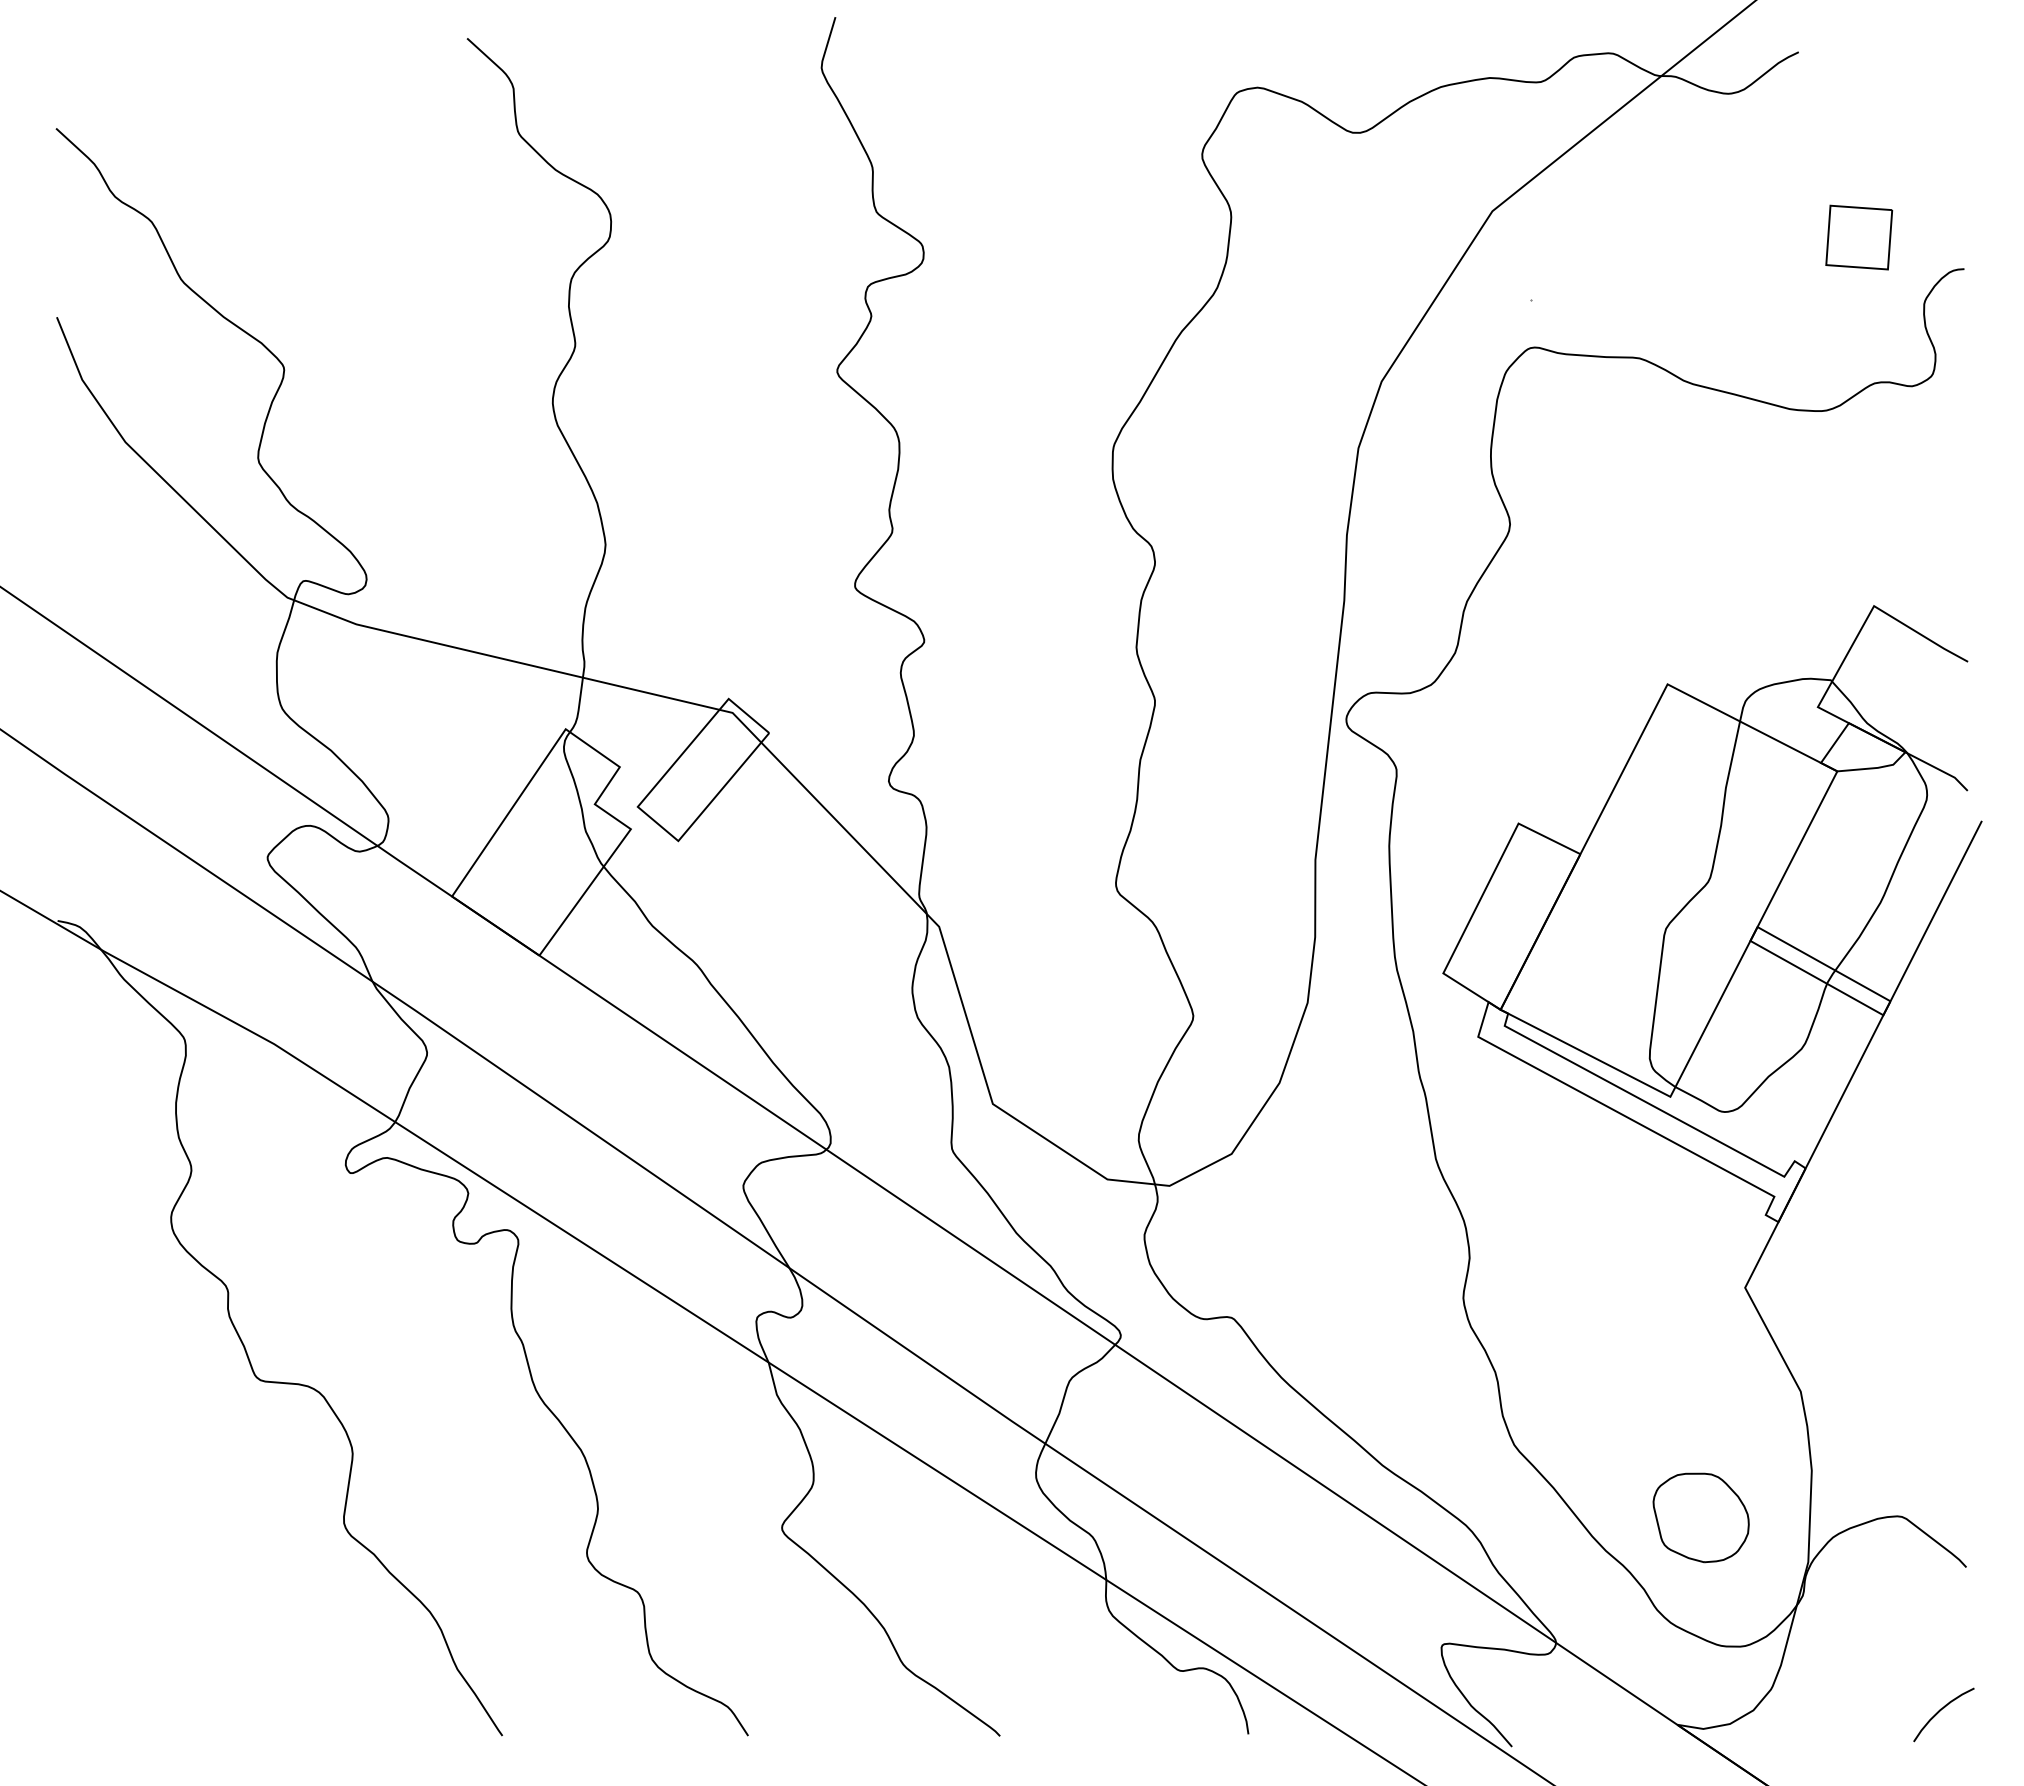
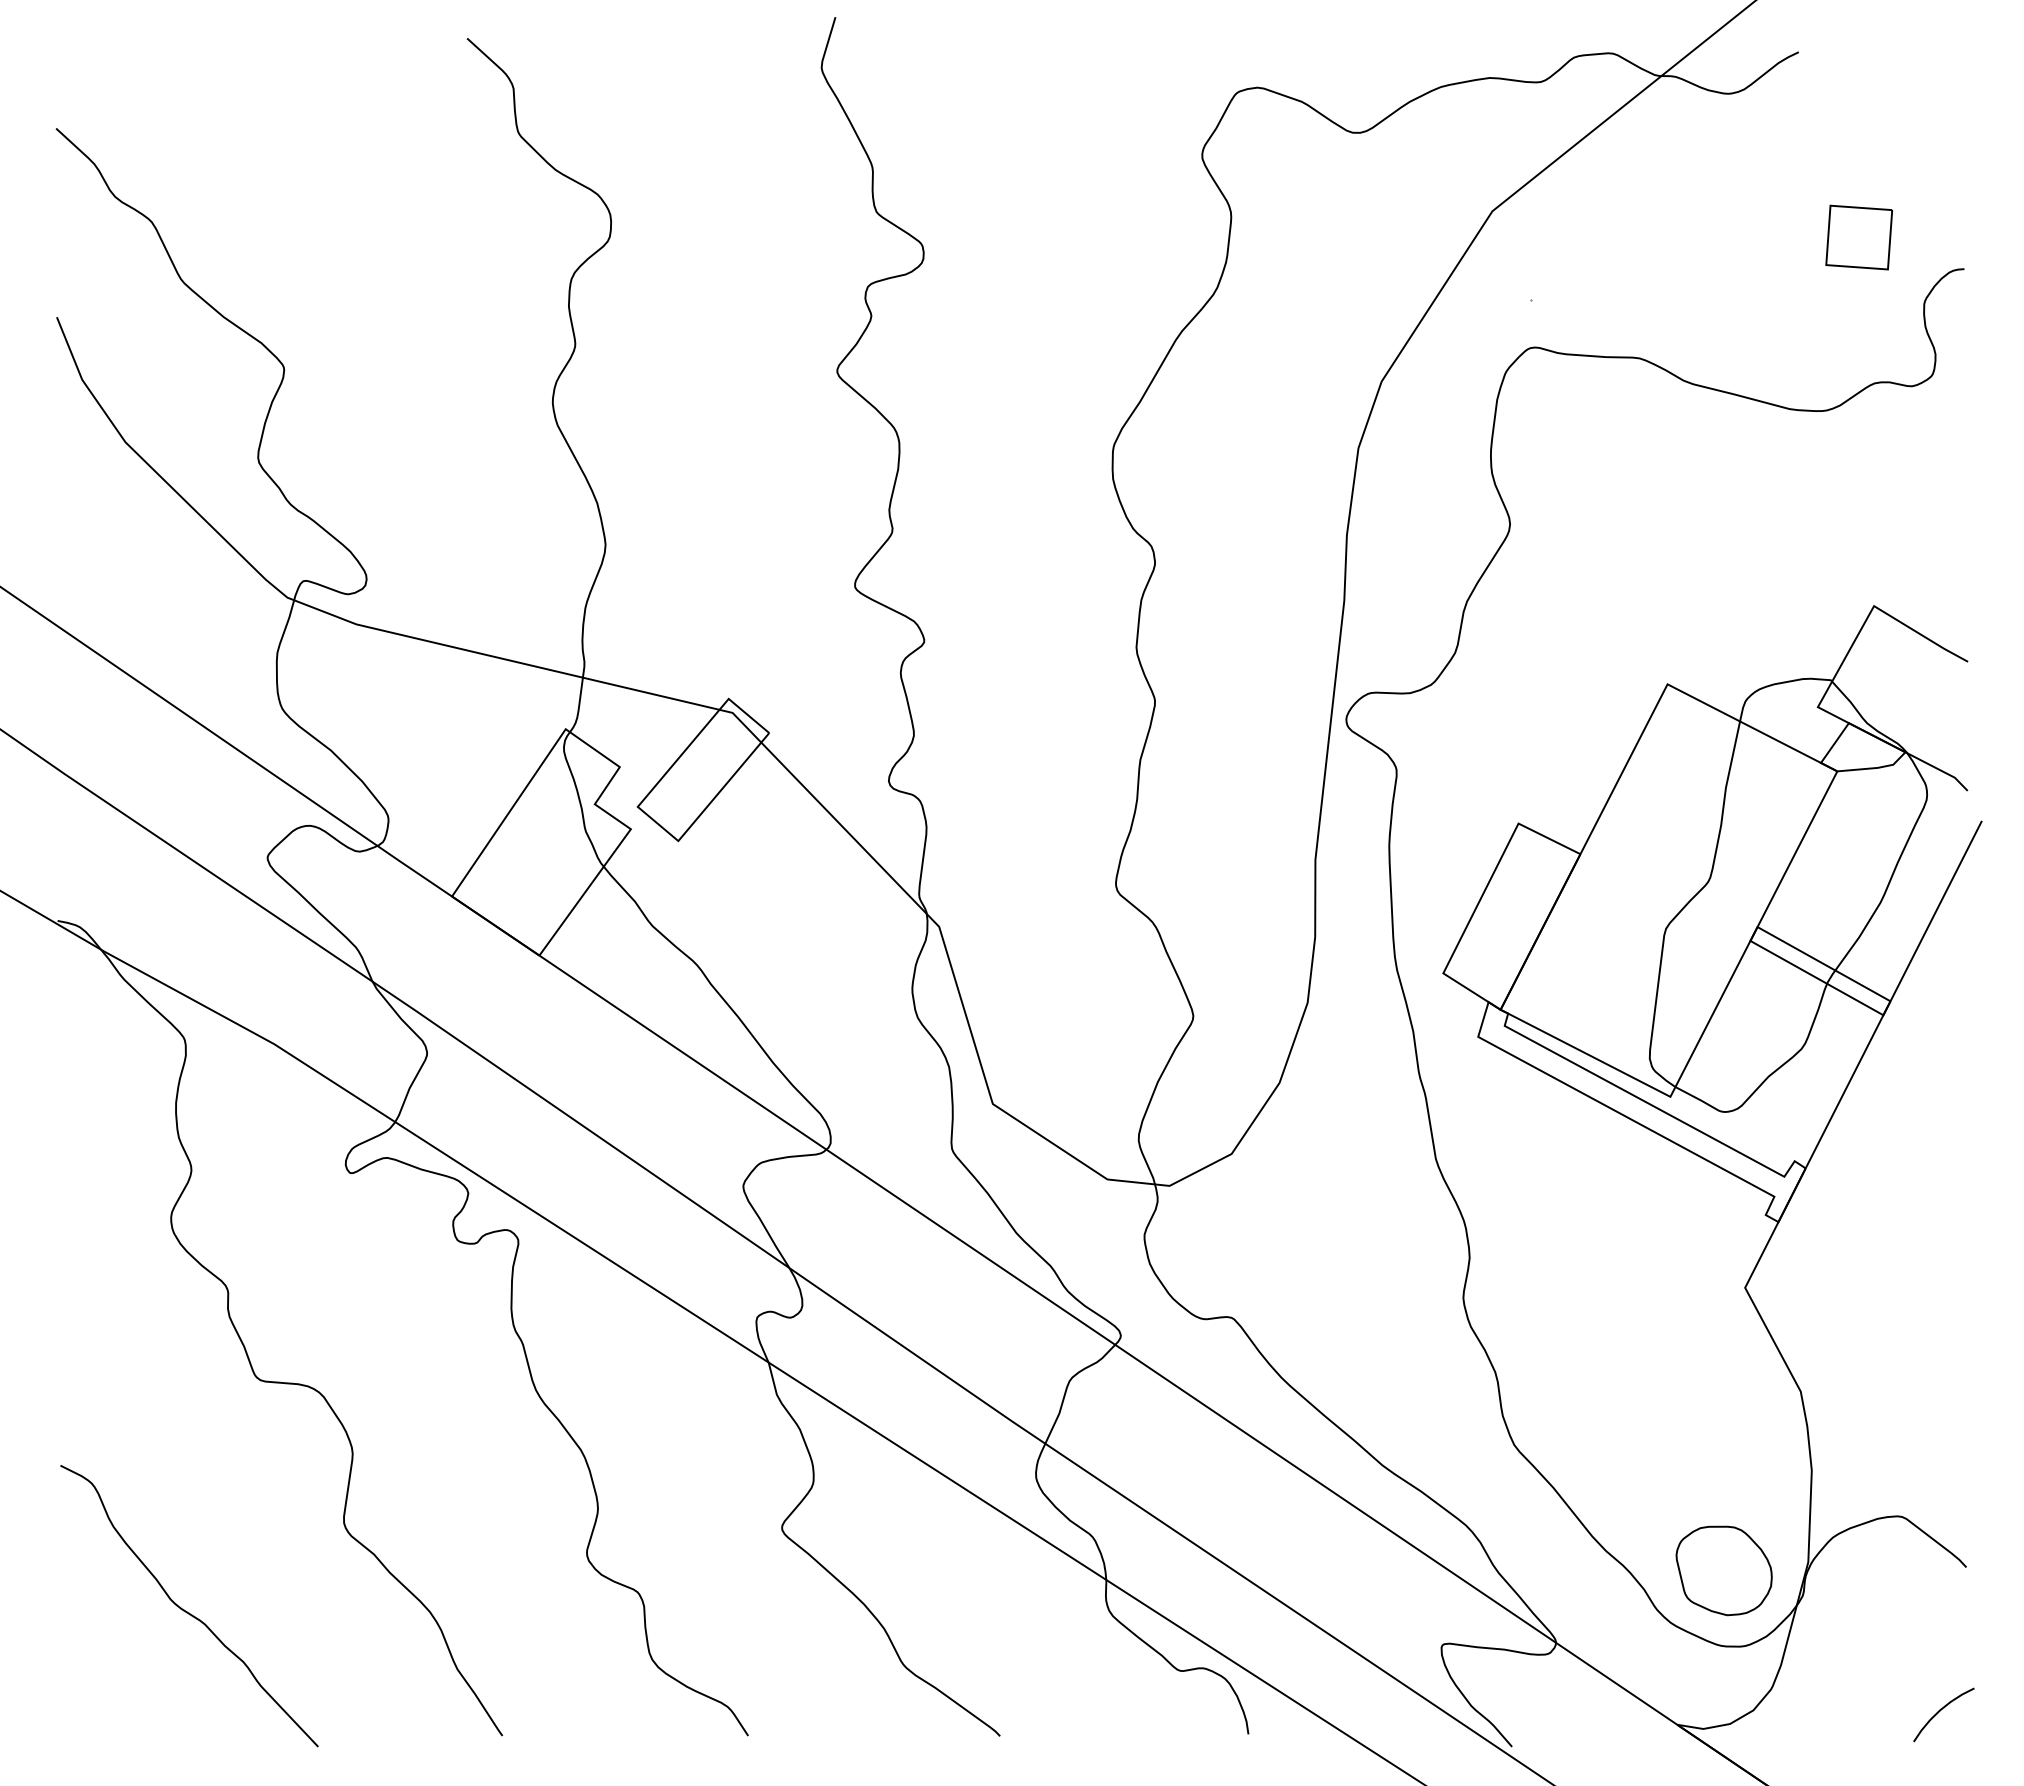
part at (1700, 1517) position: (1700, 1517) -> (1723, 1570)
curve at (187, 1611): none -> present
